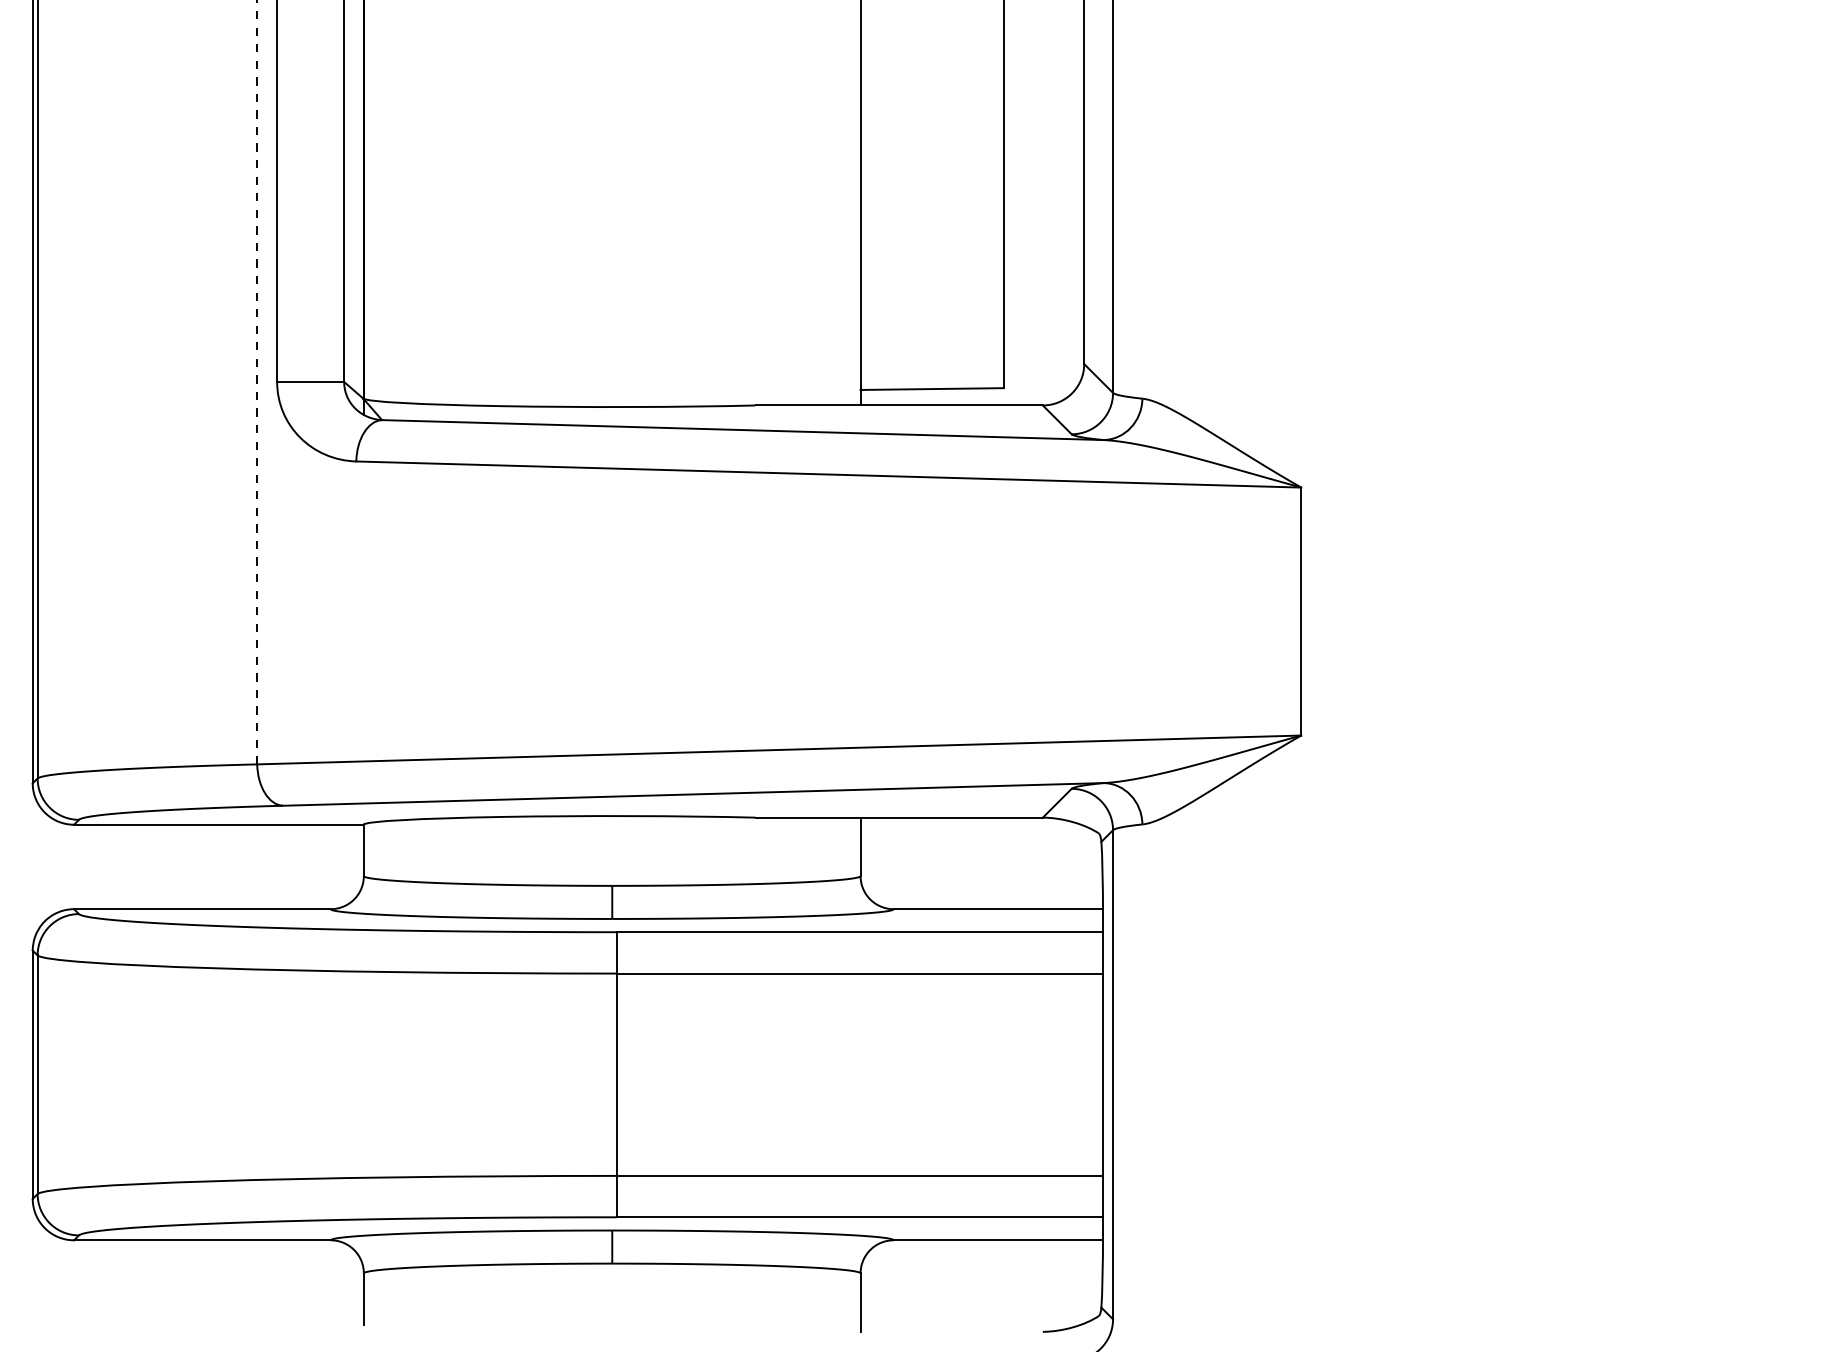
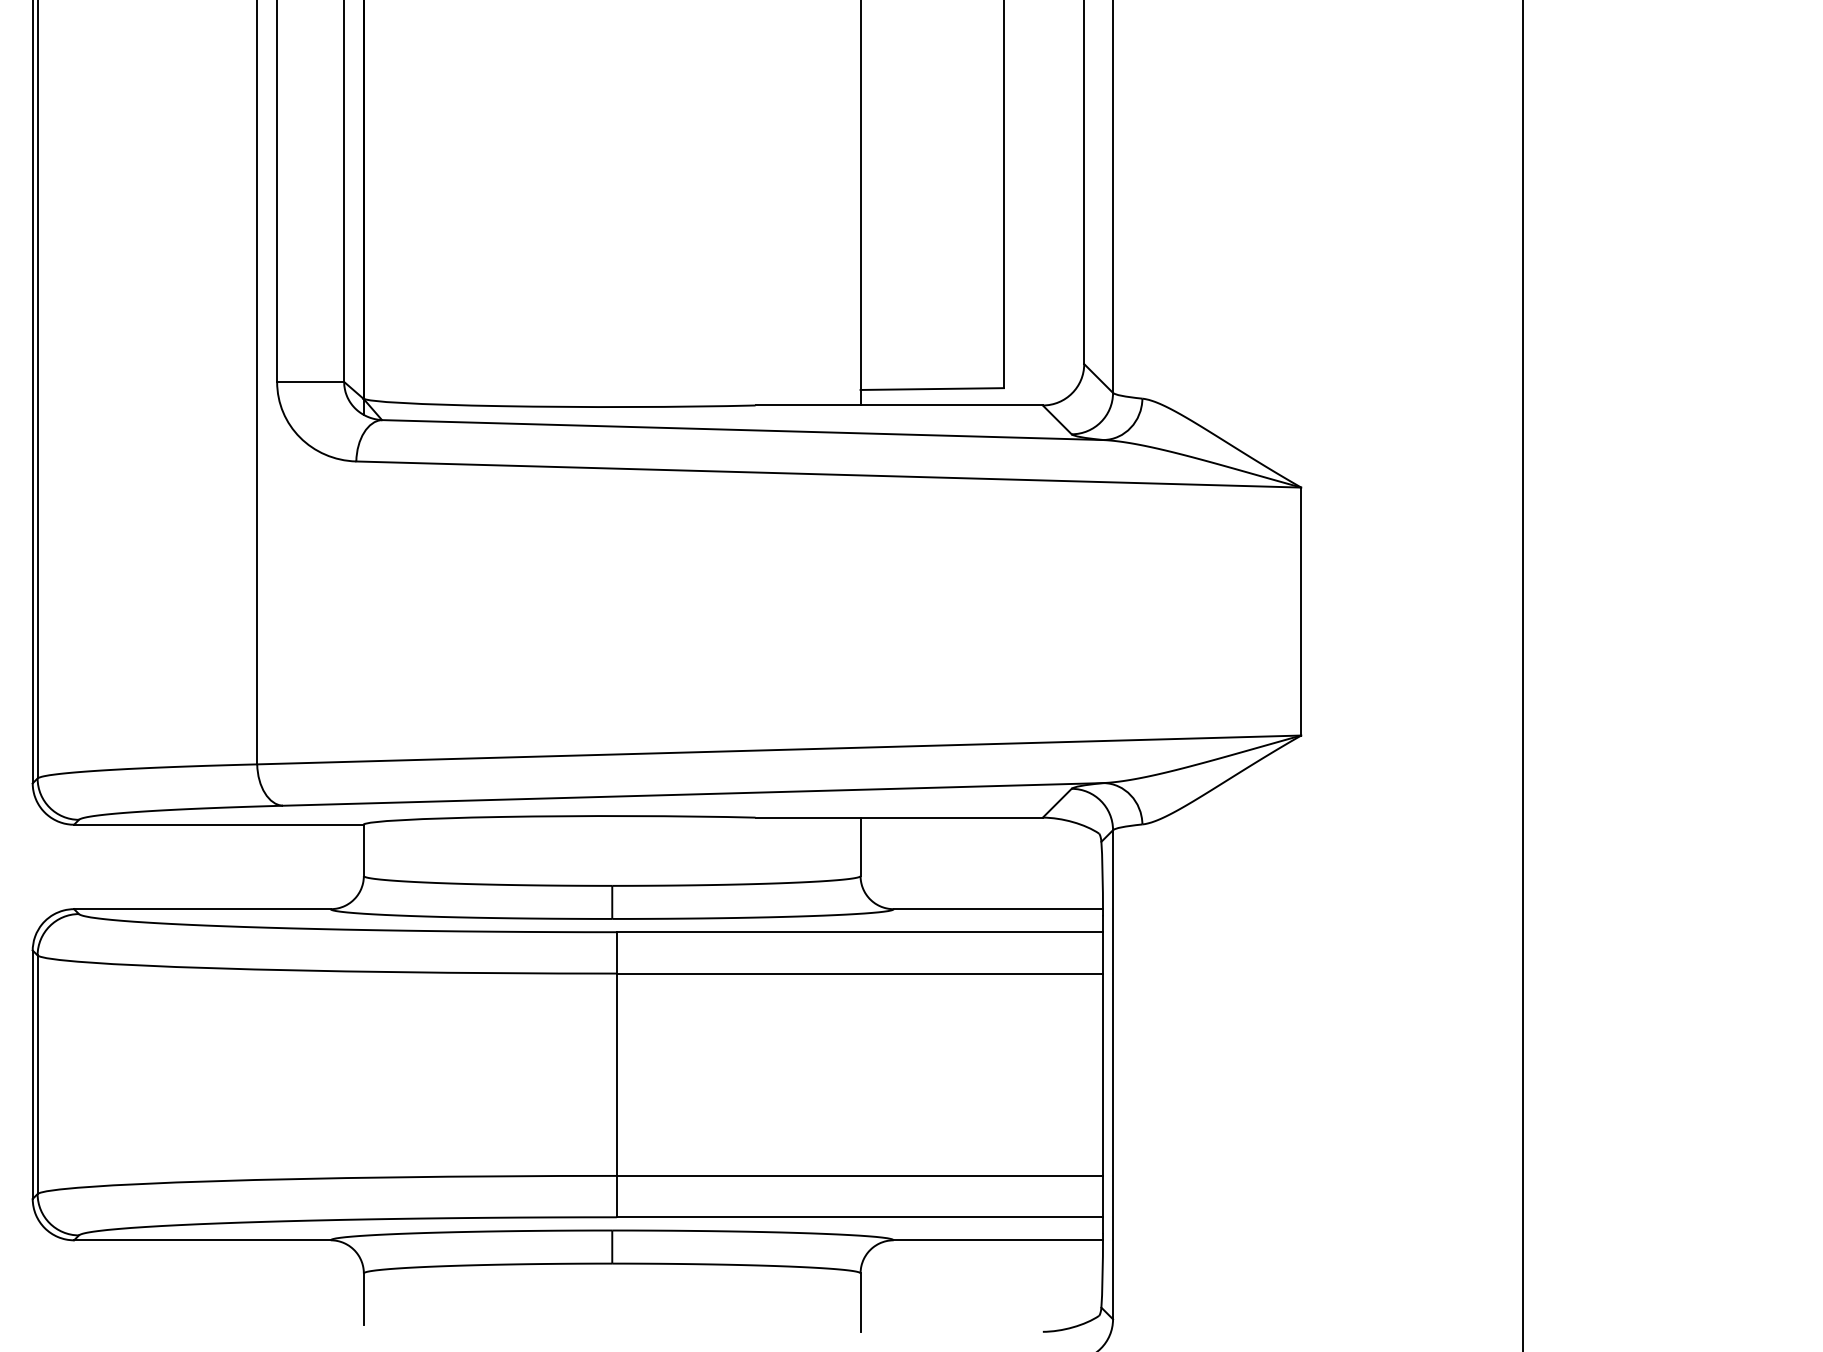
line at (257, 382): dashed -> solid
line at (1523, 675): none -> present
